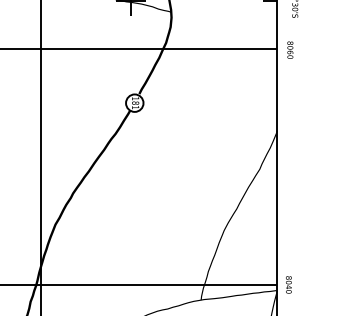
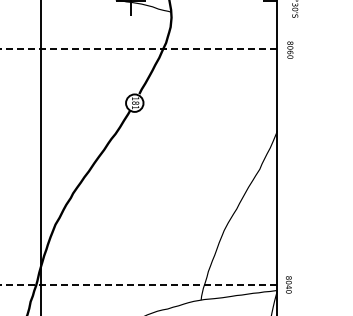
line at (139, 48): solid -> dashed
line at (139, 284): solid -> dashed
